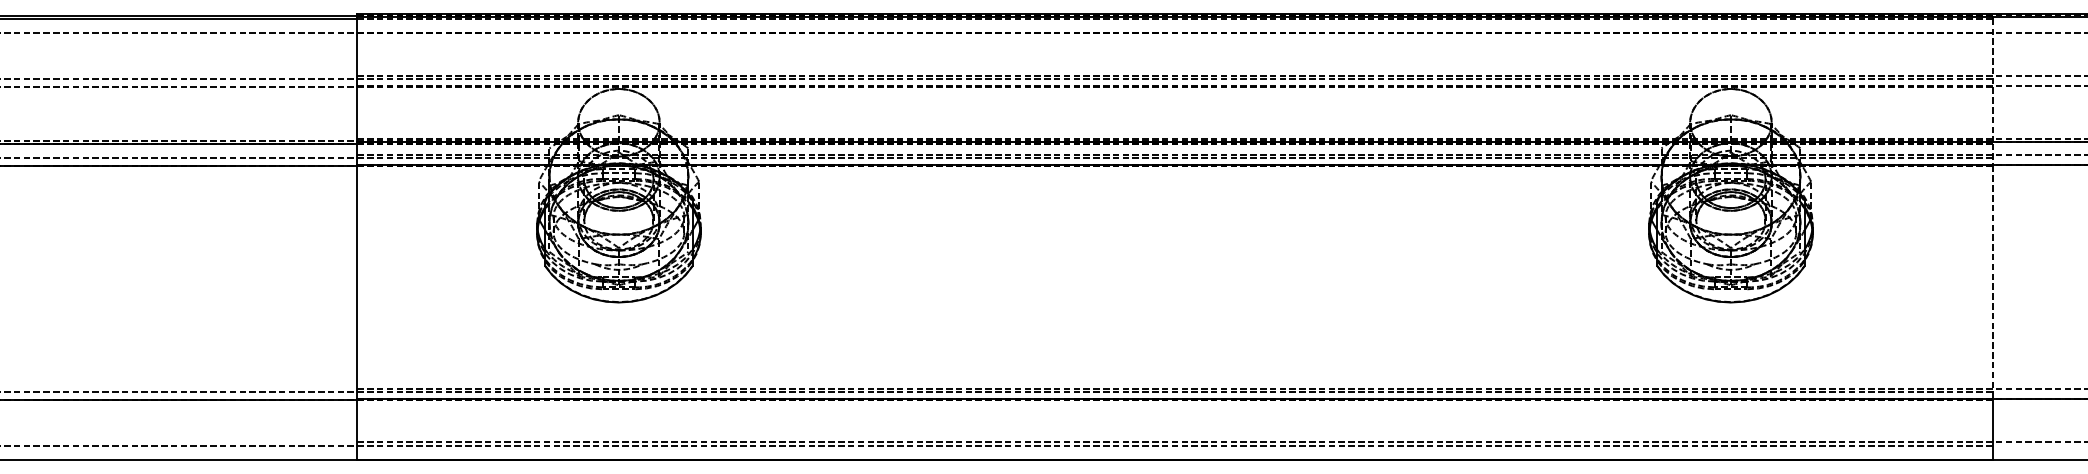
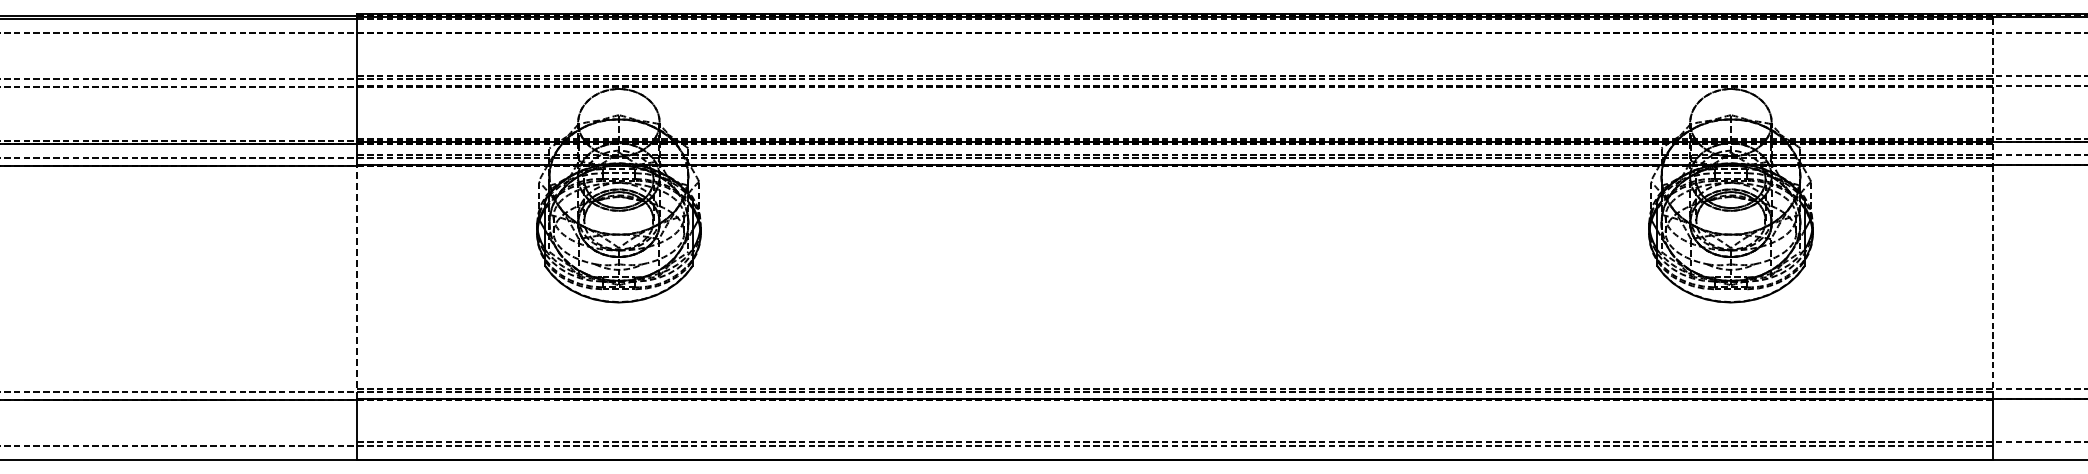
line at (357, 281): solid -> dashed
